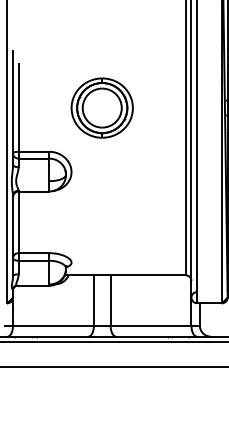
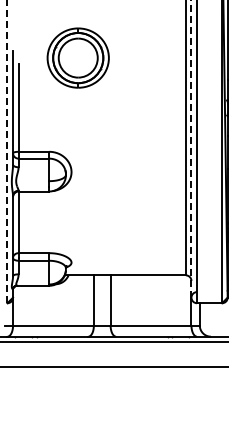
part at (101, 107) position: (101, 107) -> (77, 57)
line at (191, 149): solid -> dashed
line at (7, 151): solid -> dashed
